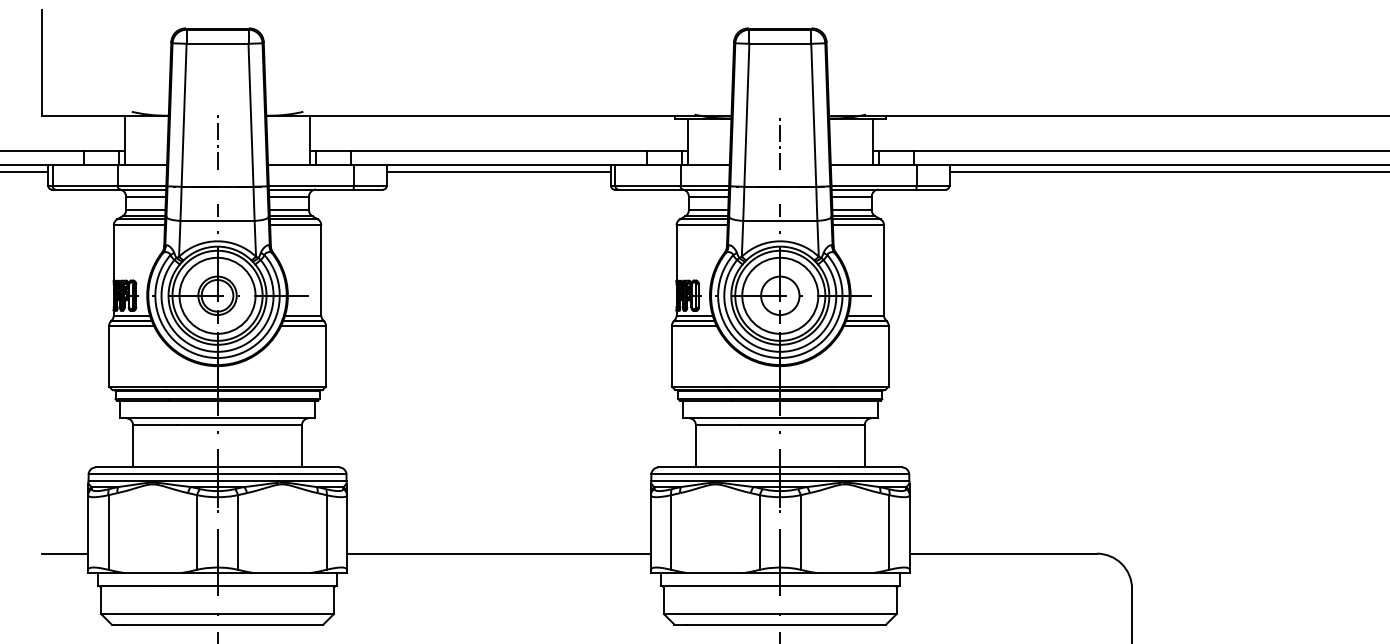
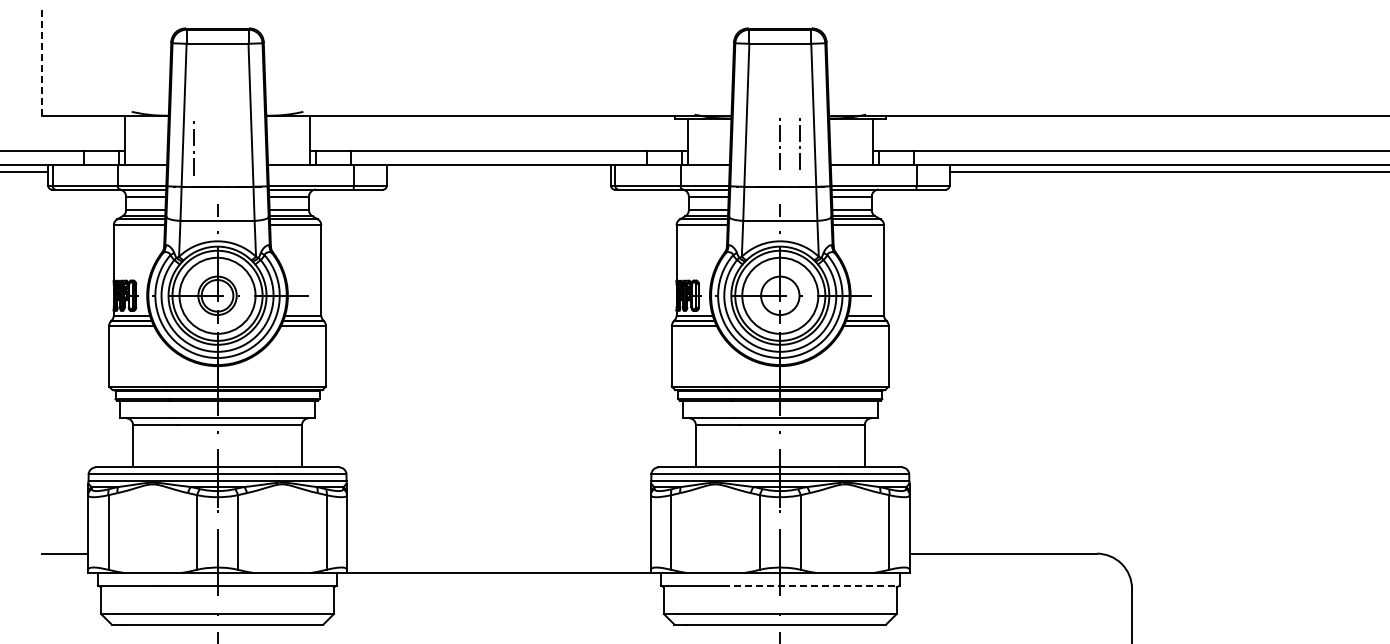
line at (41, 63): solid -> dashed
line at (217, 139) position: (217, 139) -> (193, 145)
line at (799, 141): none -> present
line at (498, 172): present -> none
line at (498, 553) position: (498, 553) -> (498, 572)
line at (811, 585): solid -> dashed
